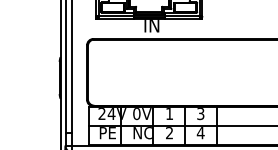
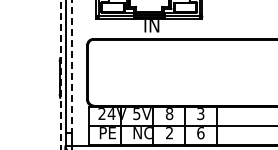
line at (71, 66): solid -> dashed
line at (60, 75): solid -> dashed
text at (136, 114): 0V -> 5V
text at (169, 114): 1 -> 8
text at (200, 133): 4 -> 6
